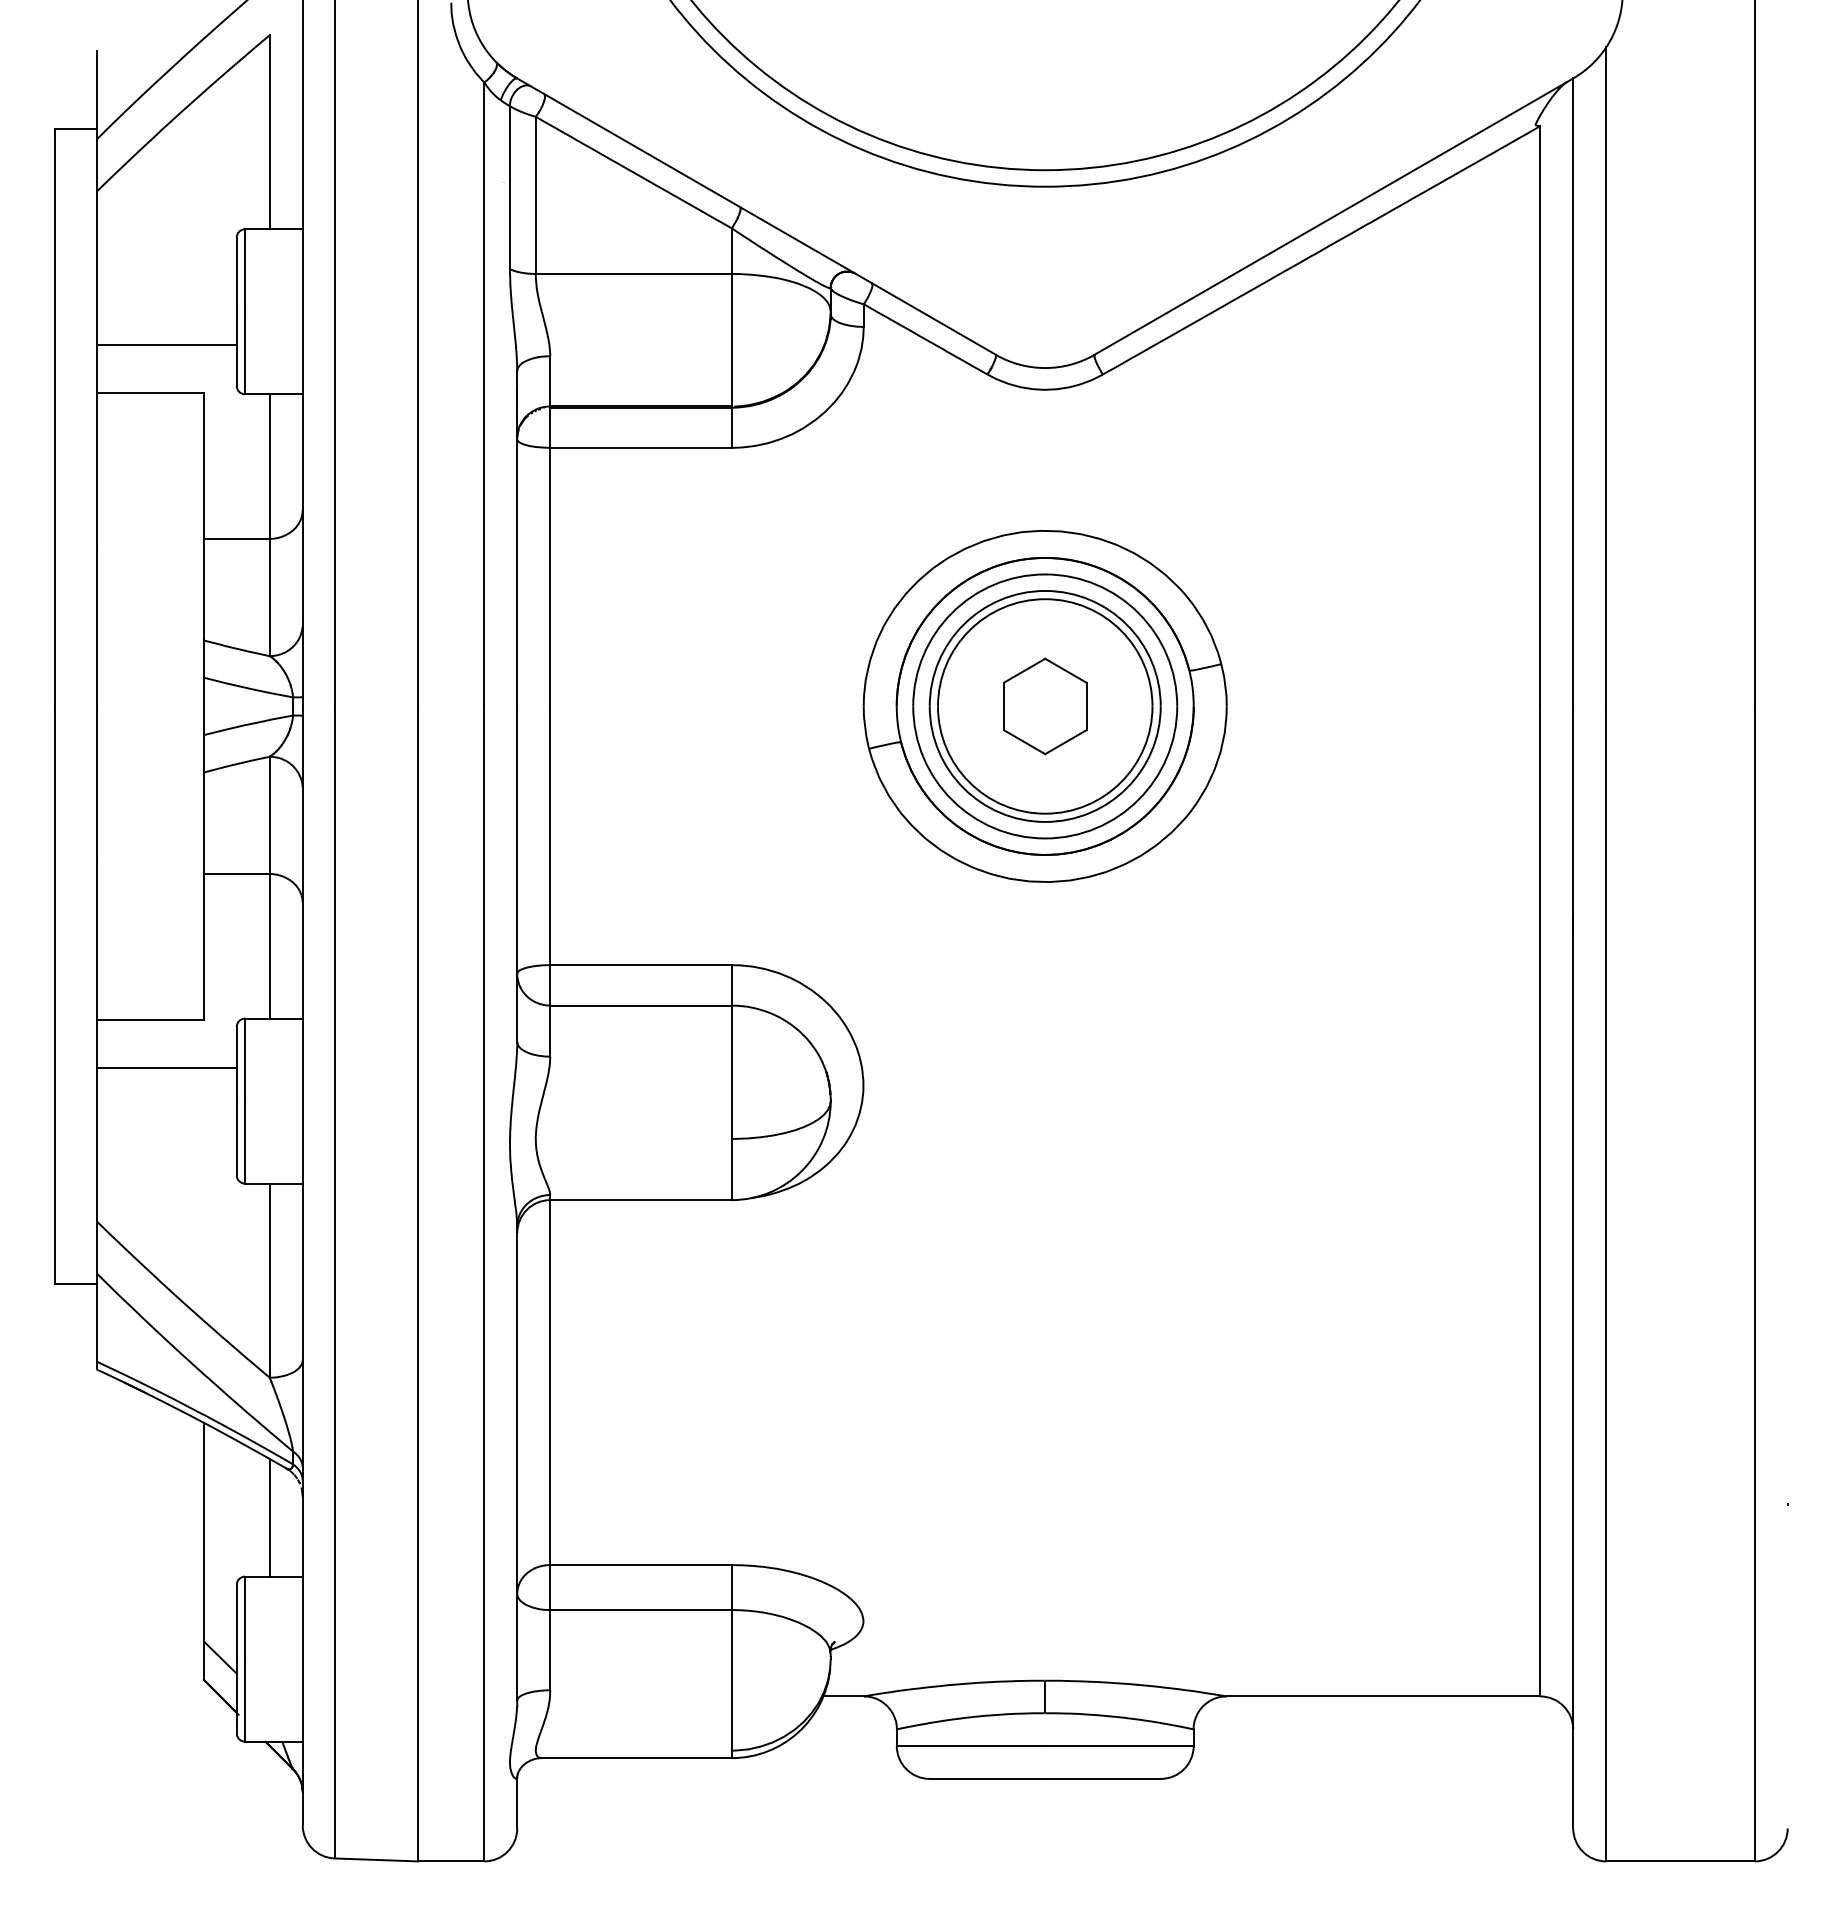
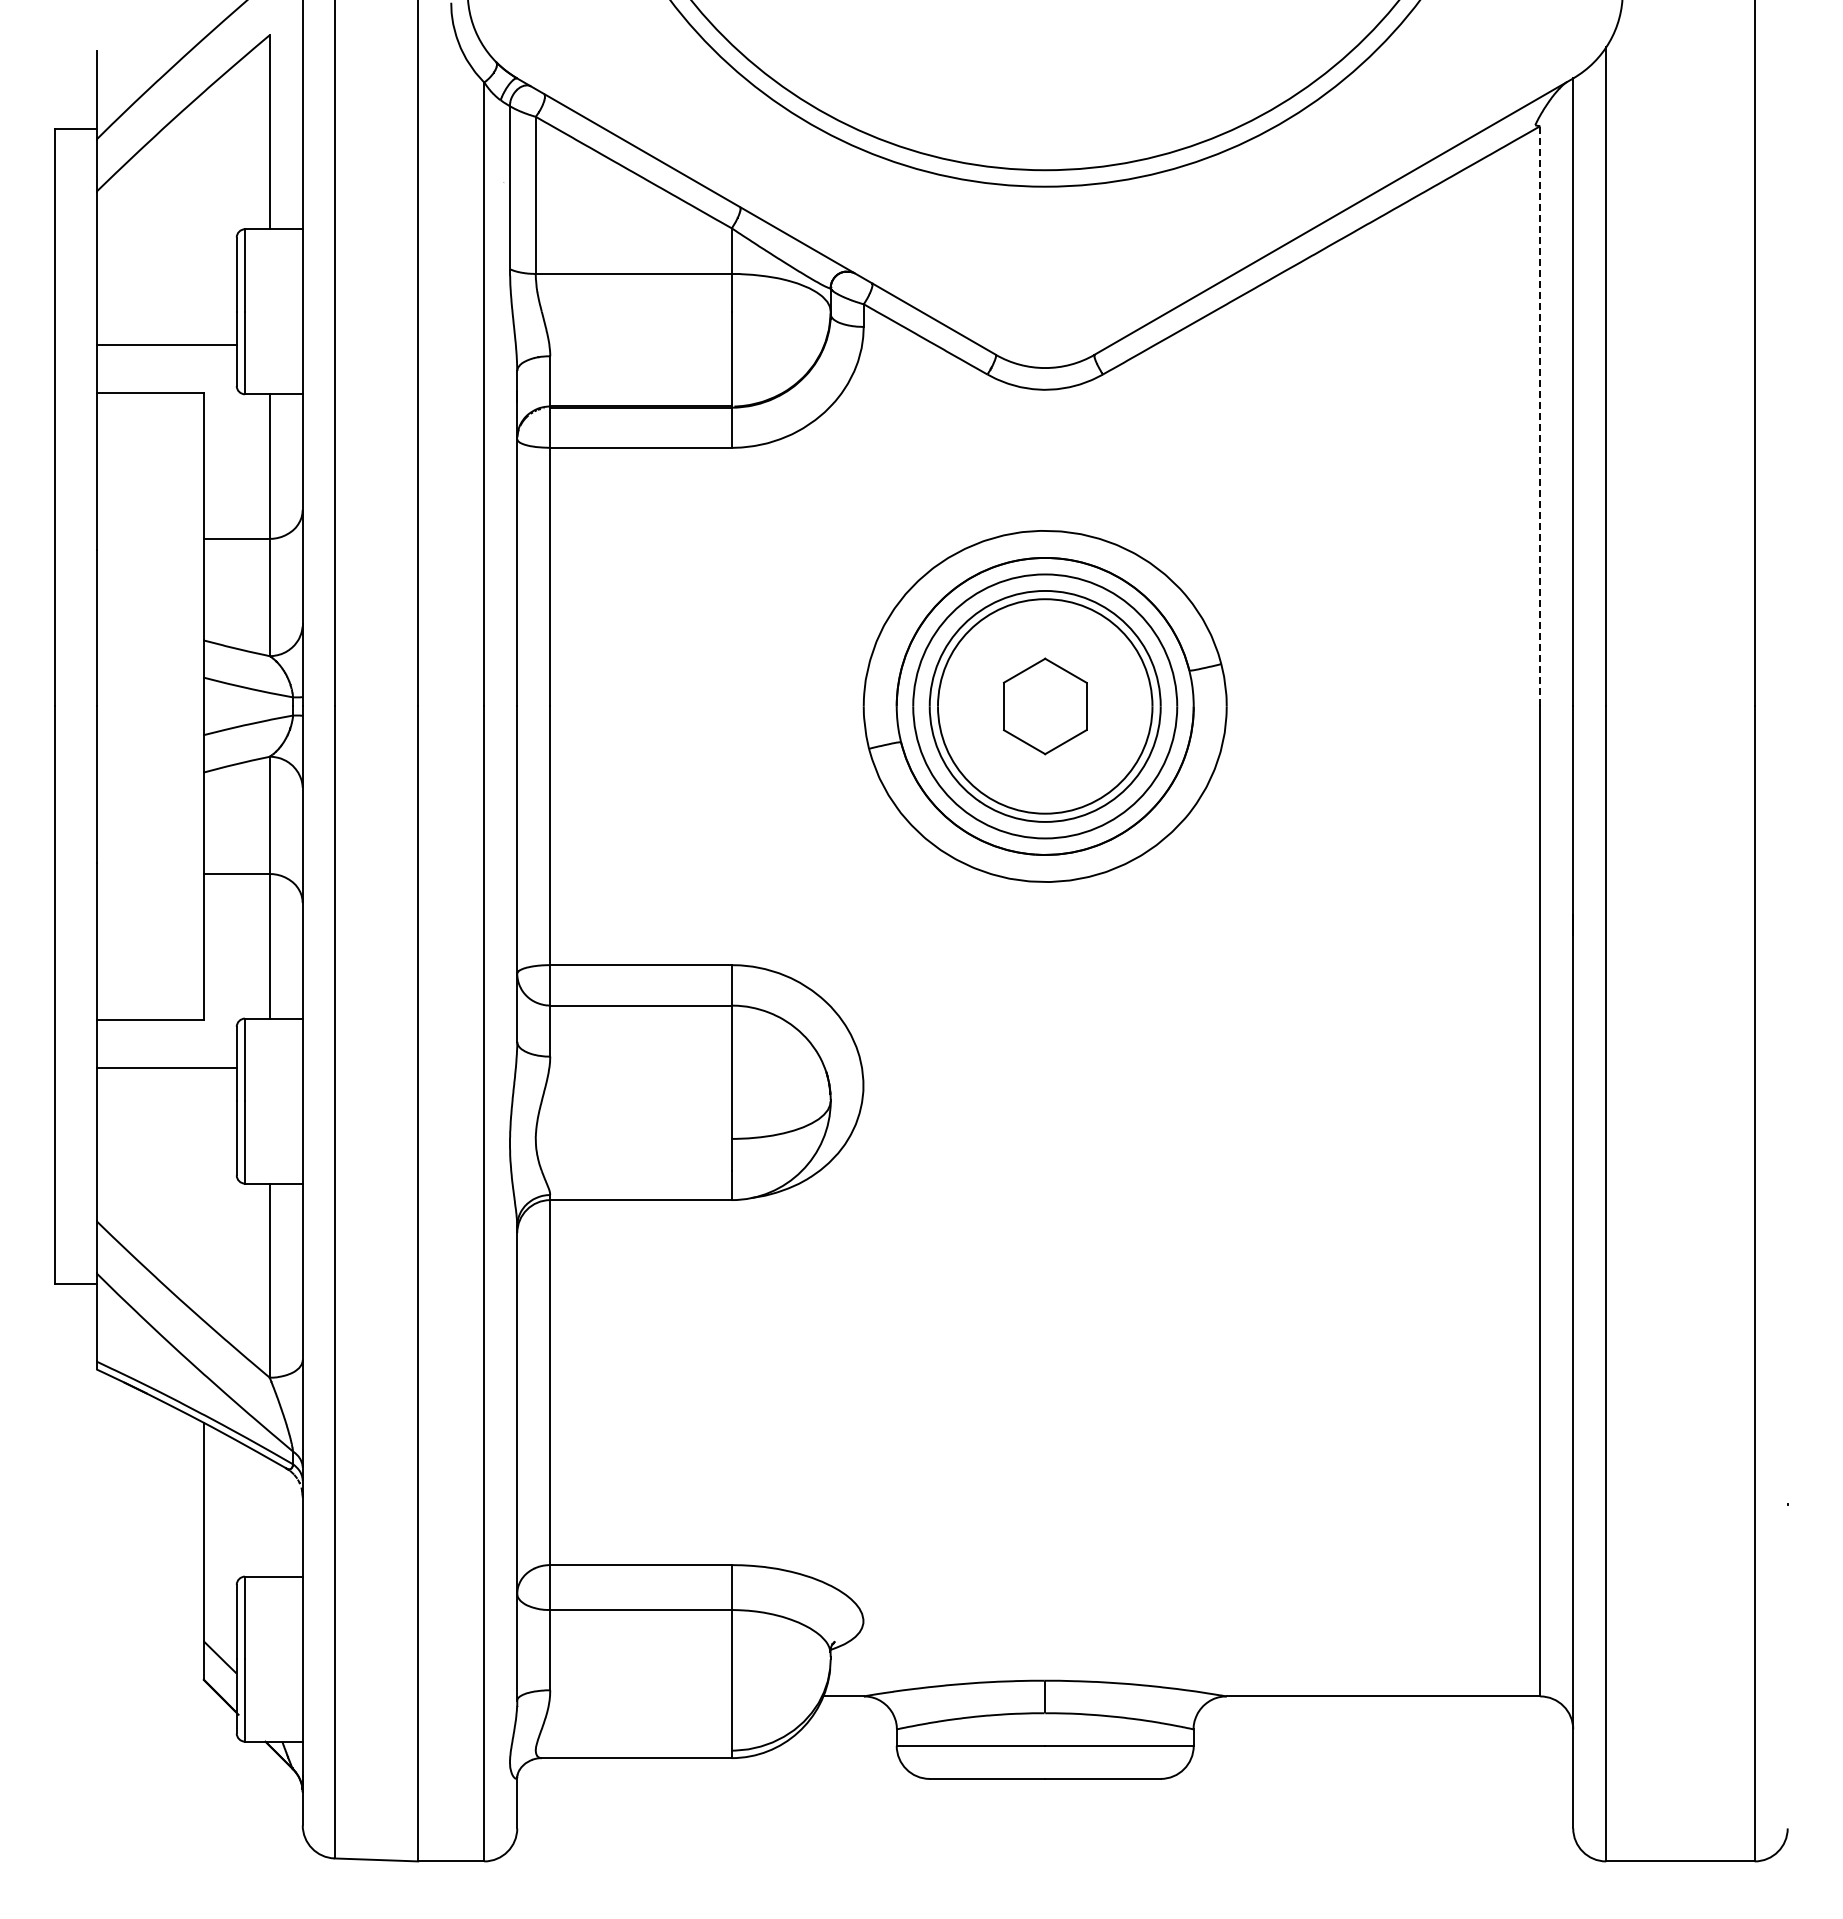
line at (1540, 415): solid -> dashed
line at (269, 1517): present -> none
